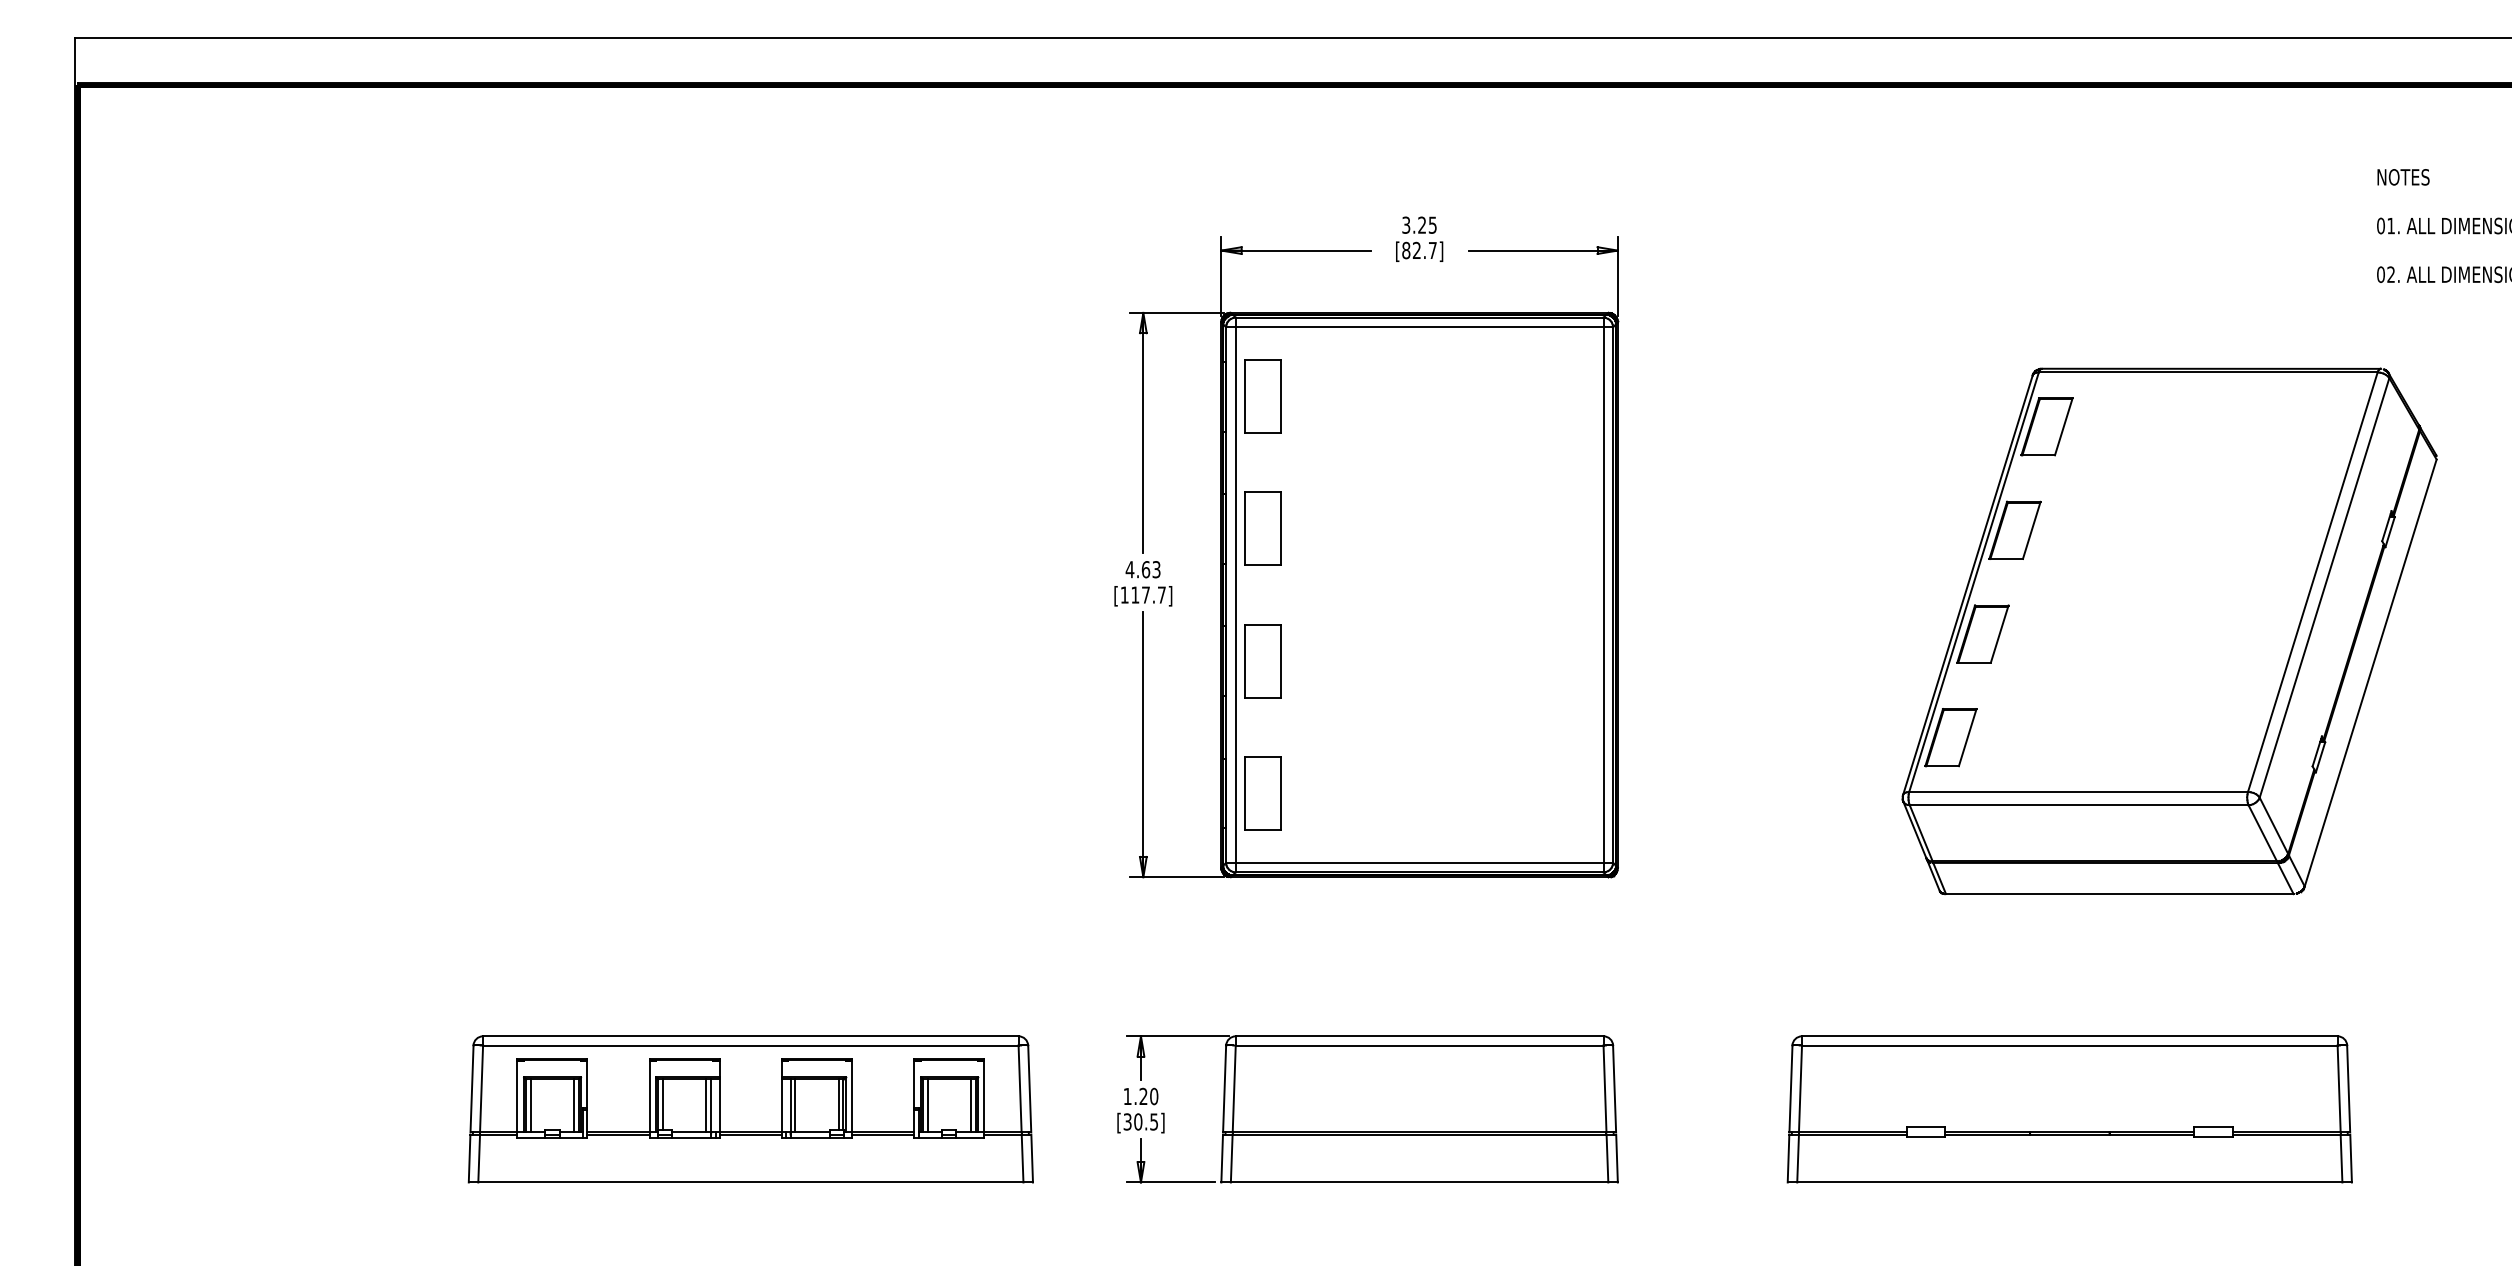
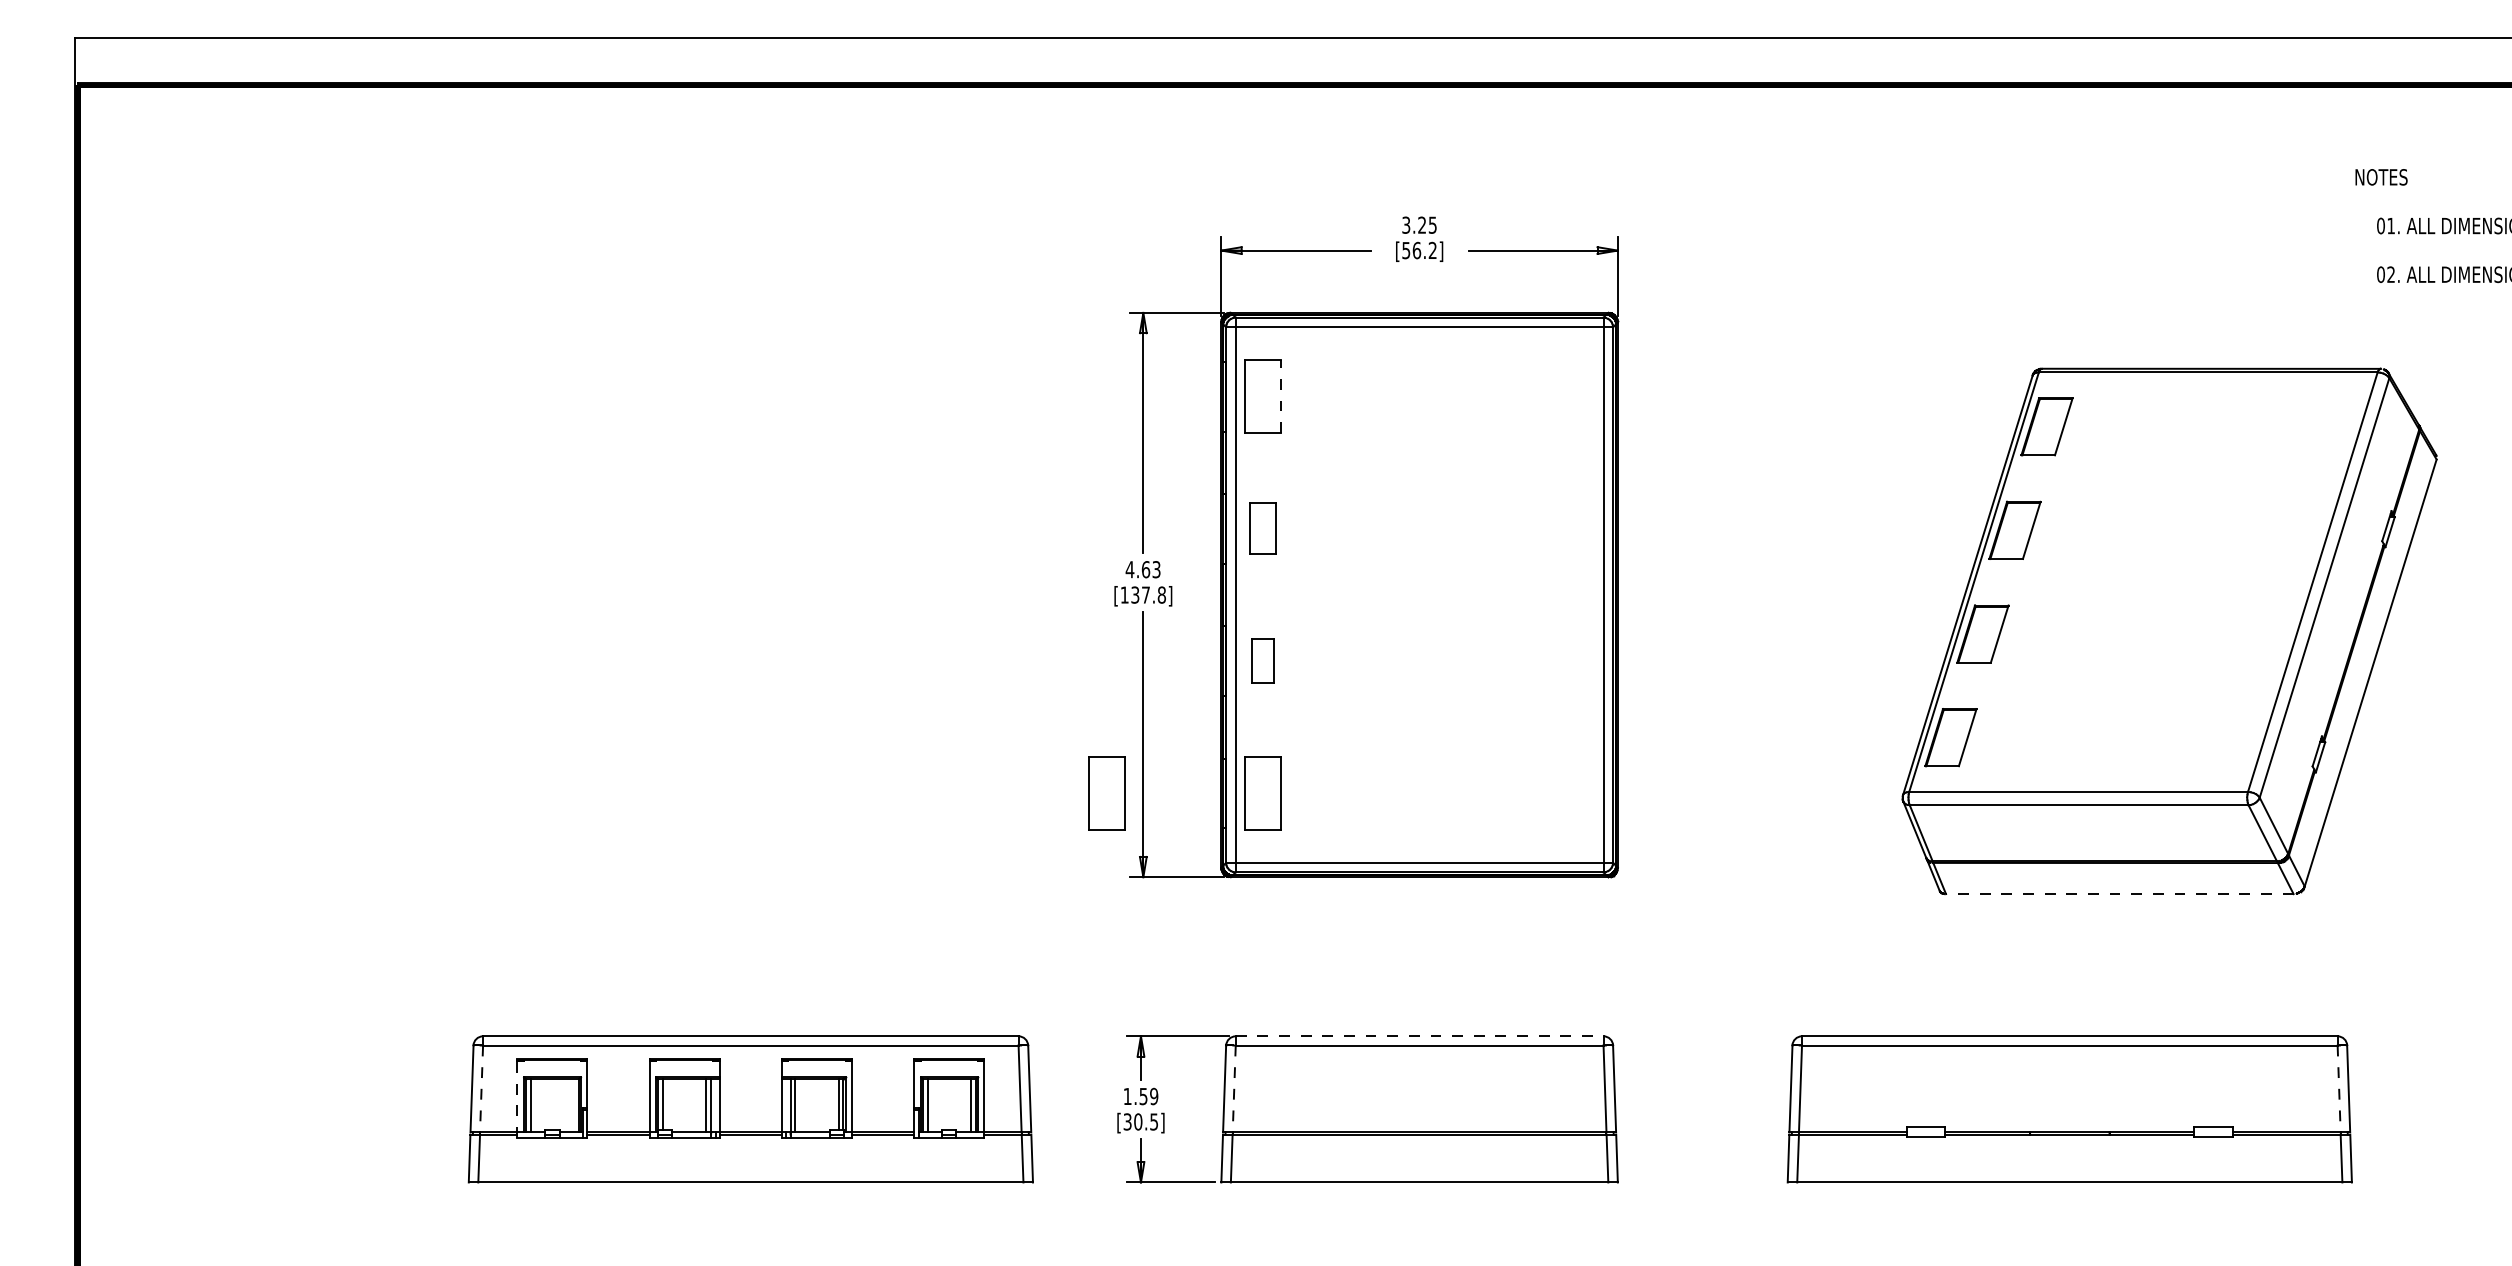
text at (2403, 177) position: (2403, 177) -> (2381, 177)
text at (1419, 250): [82.7] -> [56.2]
line at (1280, 396): solid -> dashed
part at (1262, 528) size: 38x75 px -> 28x53 px
text at (1148, 594): [117.7] -> [137.8]
part at (1262, 661) size: 38x75 px -> 24x46 px
part at (1106, 793): none -> present
line at (2119, 894): solid -> dashed
line at (1419, 1036): solid -> dashed
line at (481, 1089): solid -> dashed
line at (1234, 1089): solid -> dashed
line at (2339, 1089): solid -> dashed
text at (1148, 1096): 1.20 -> 1.59
line at (517, 1098): solid -> dashed
line at (573, 1105): present -> none
